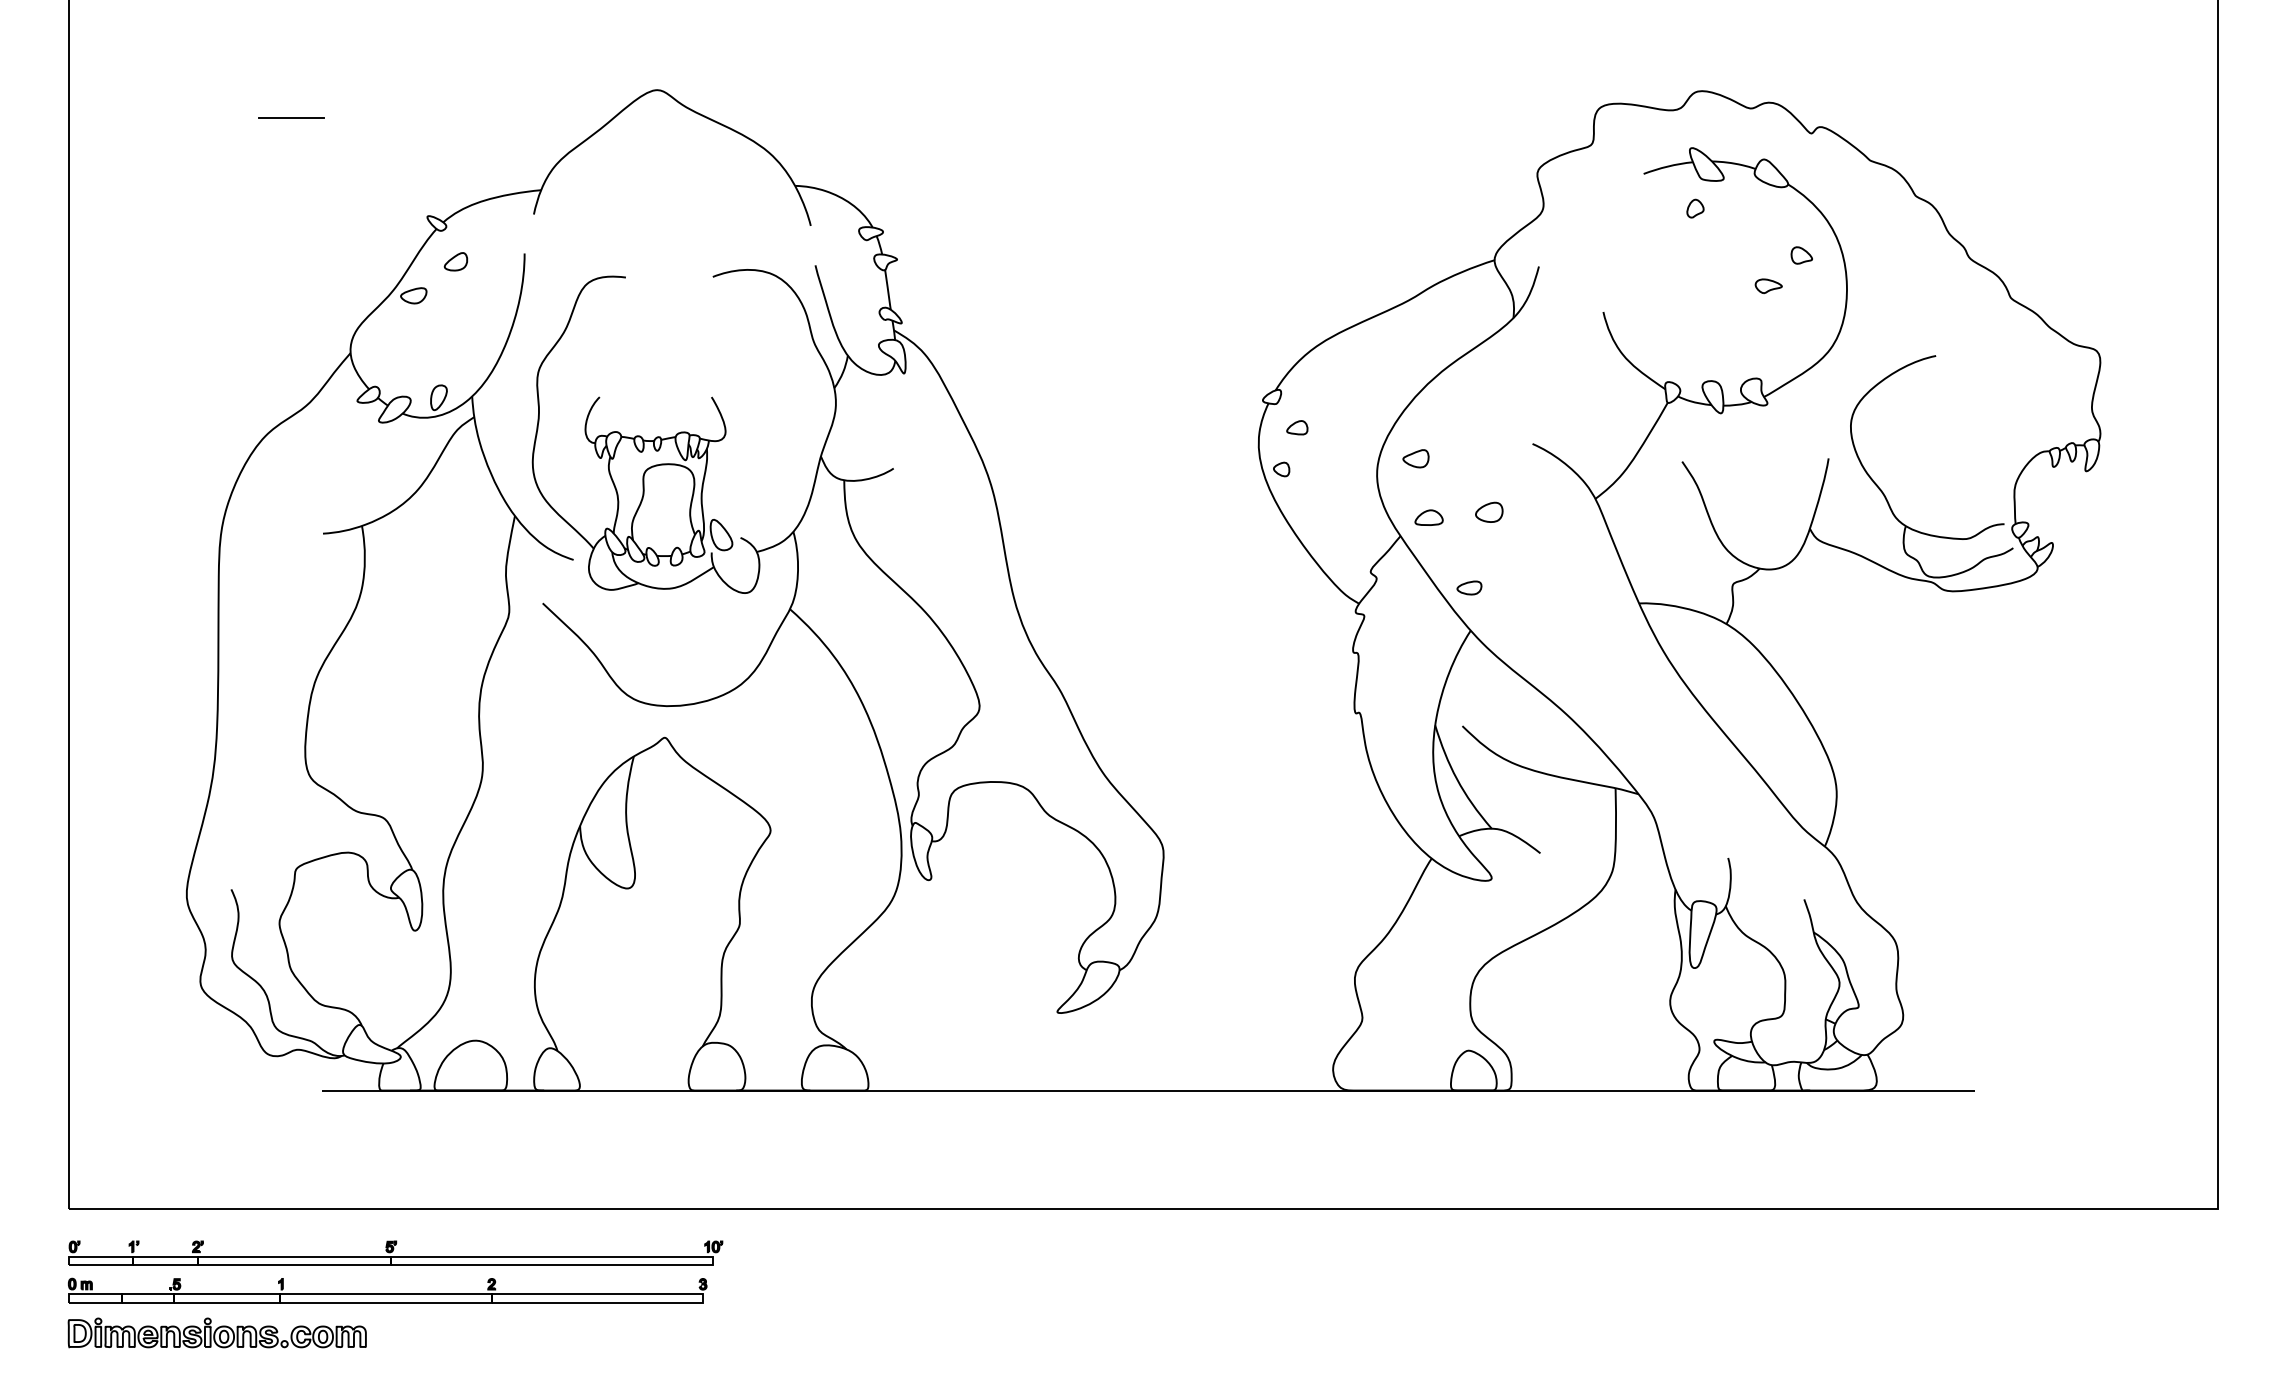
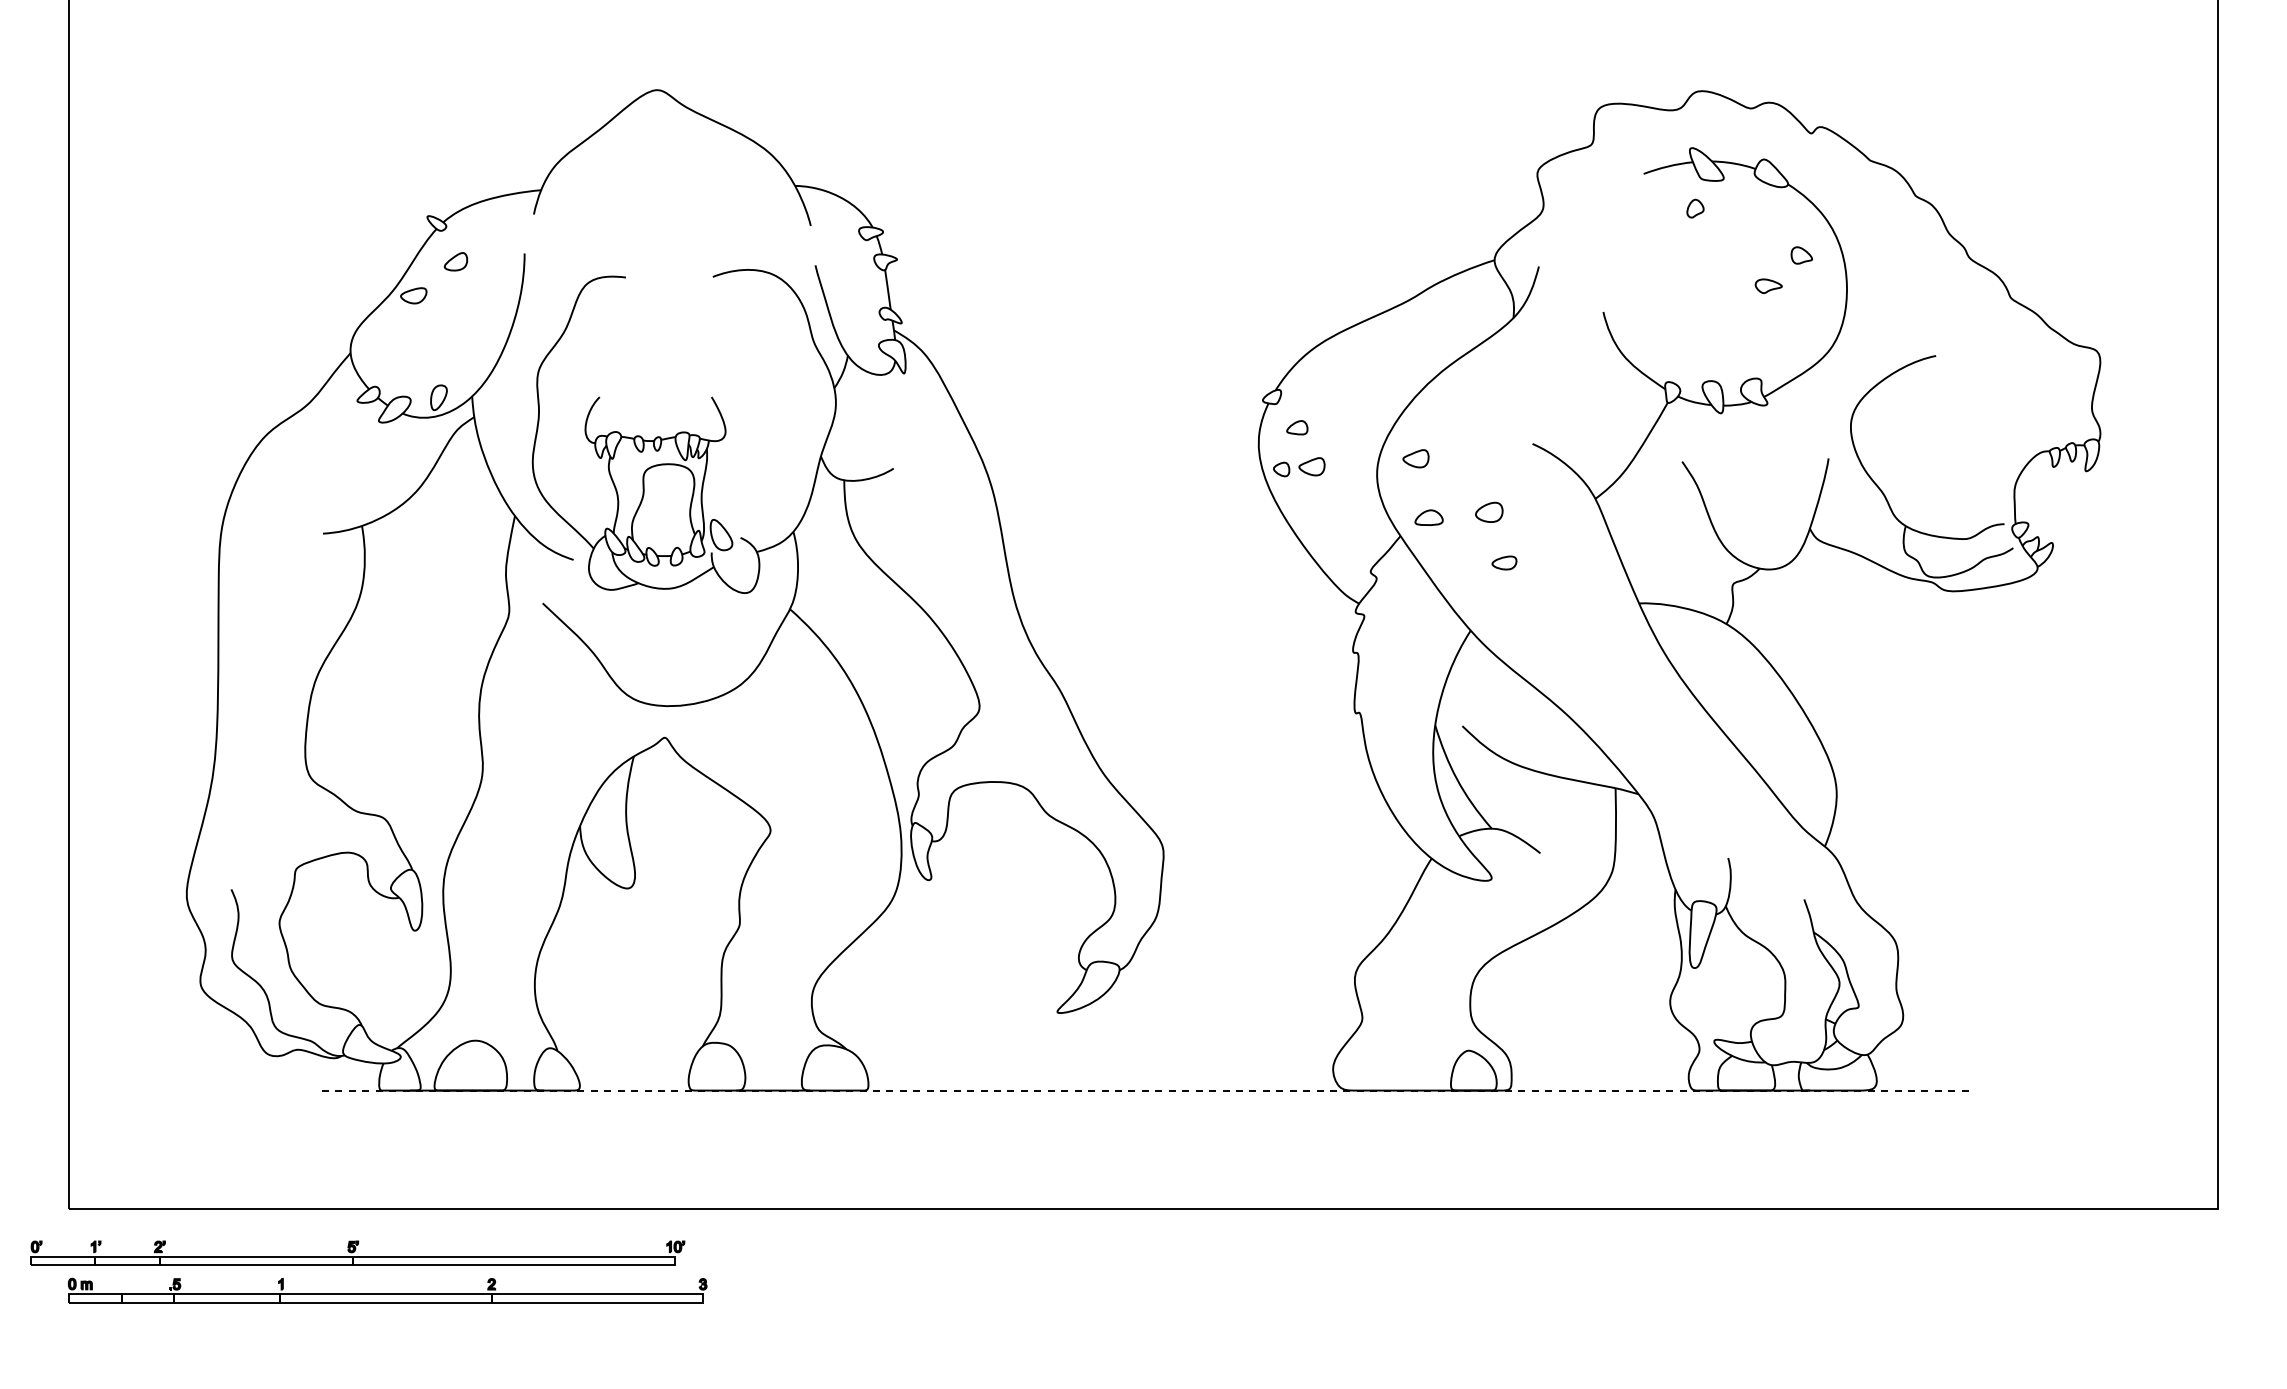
line at (291, 118): present -> none
part at (1311, 466): none -> present
part at (1469, 587) position: (1469, 587) -> (1504, 562)
line at (1148, 1090): solid -> dashed
part at (395, 1252) position: (395, 1252) -> (357, 1252)
part at (216, 1332): present -> none
